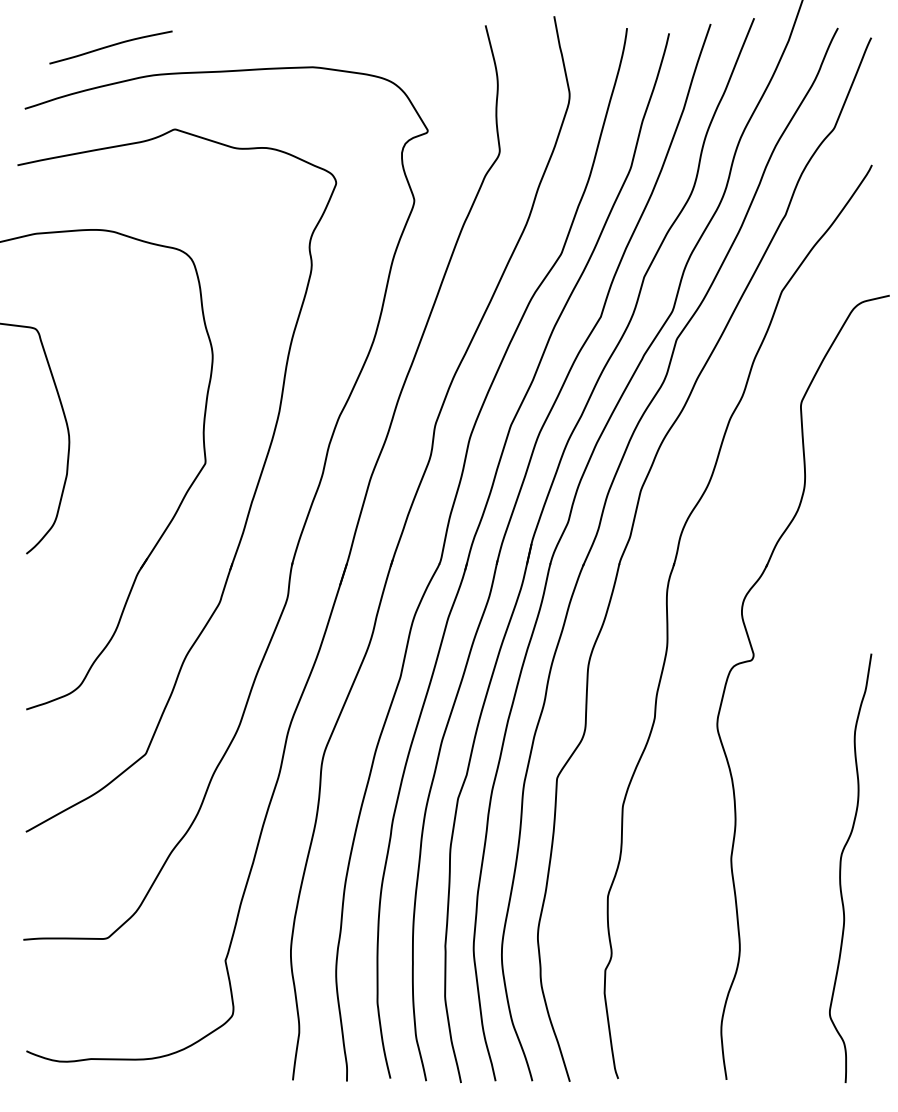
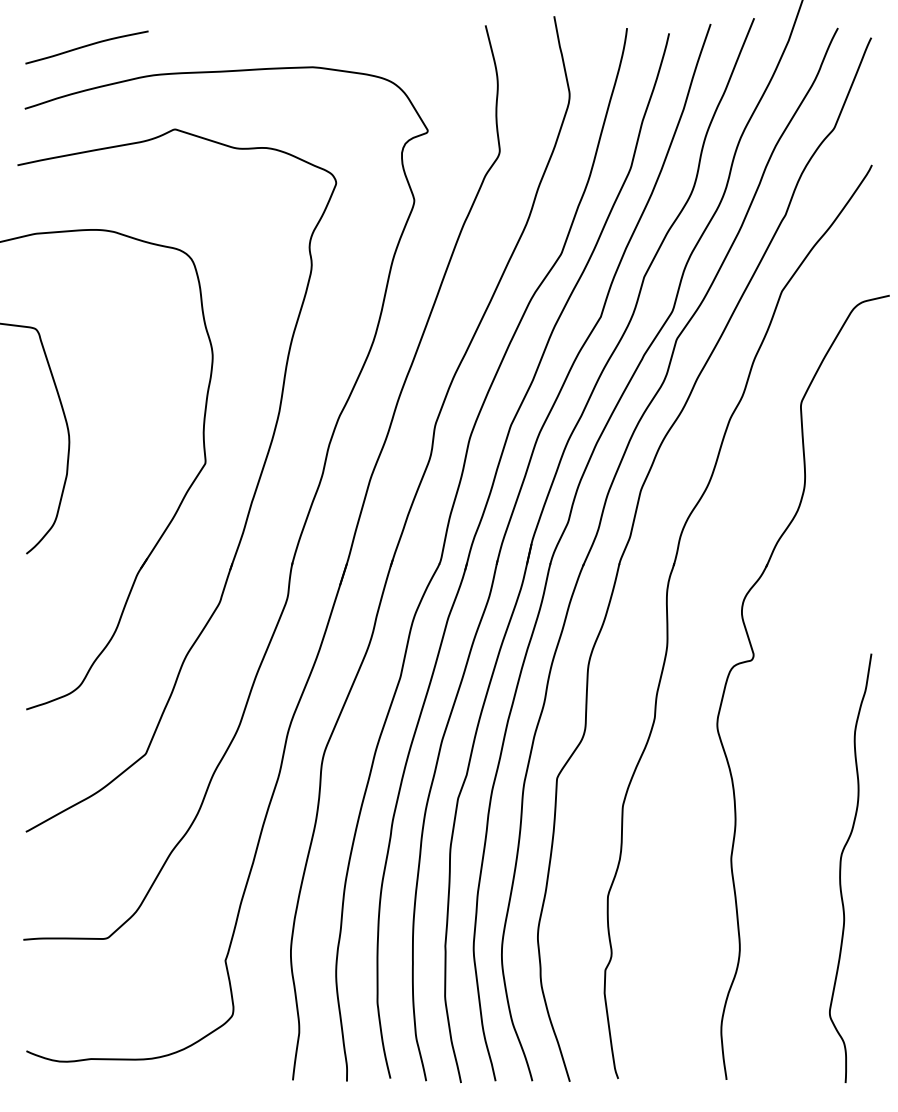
curve at (110, 46) position: (110, 46) -> (86, 46)
